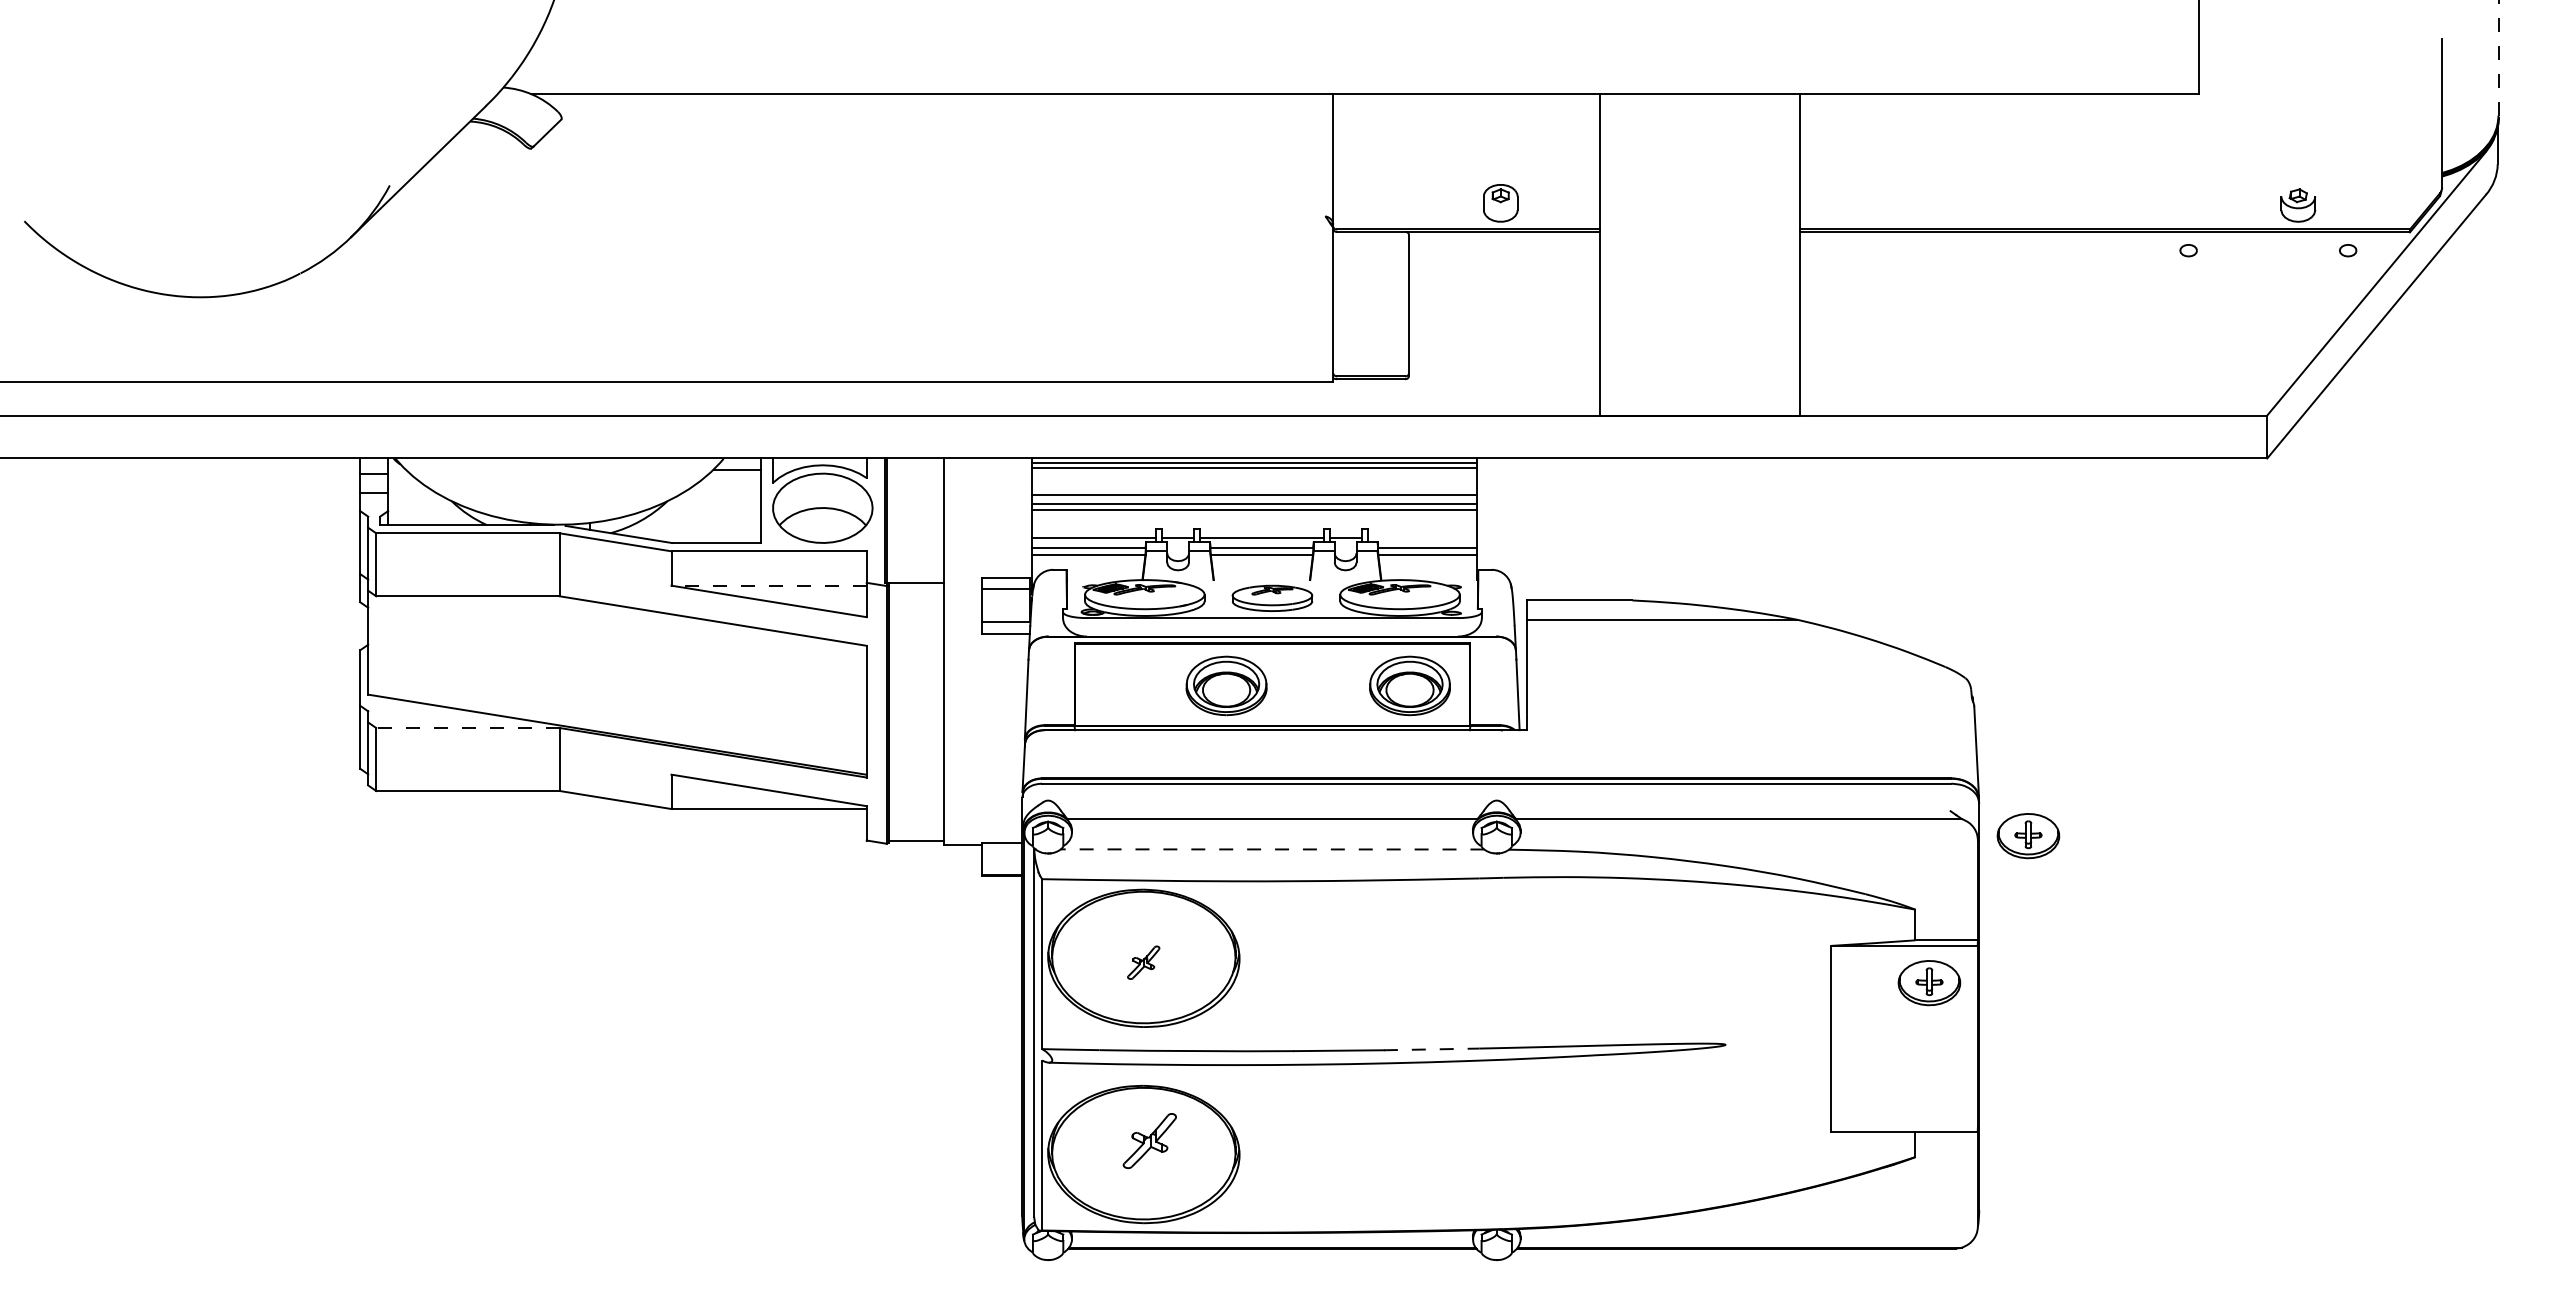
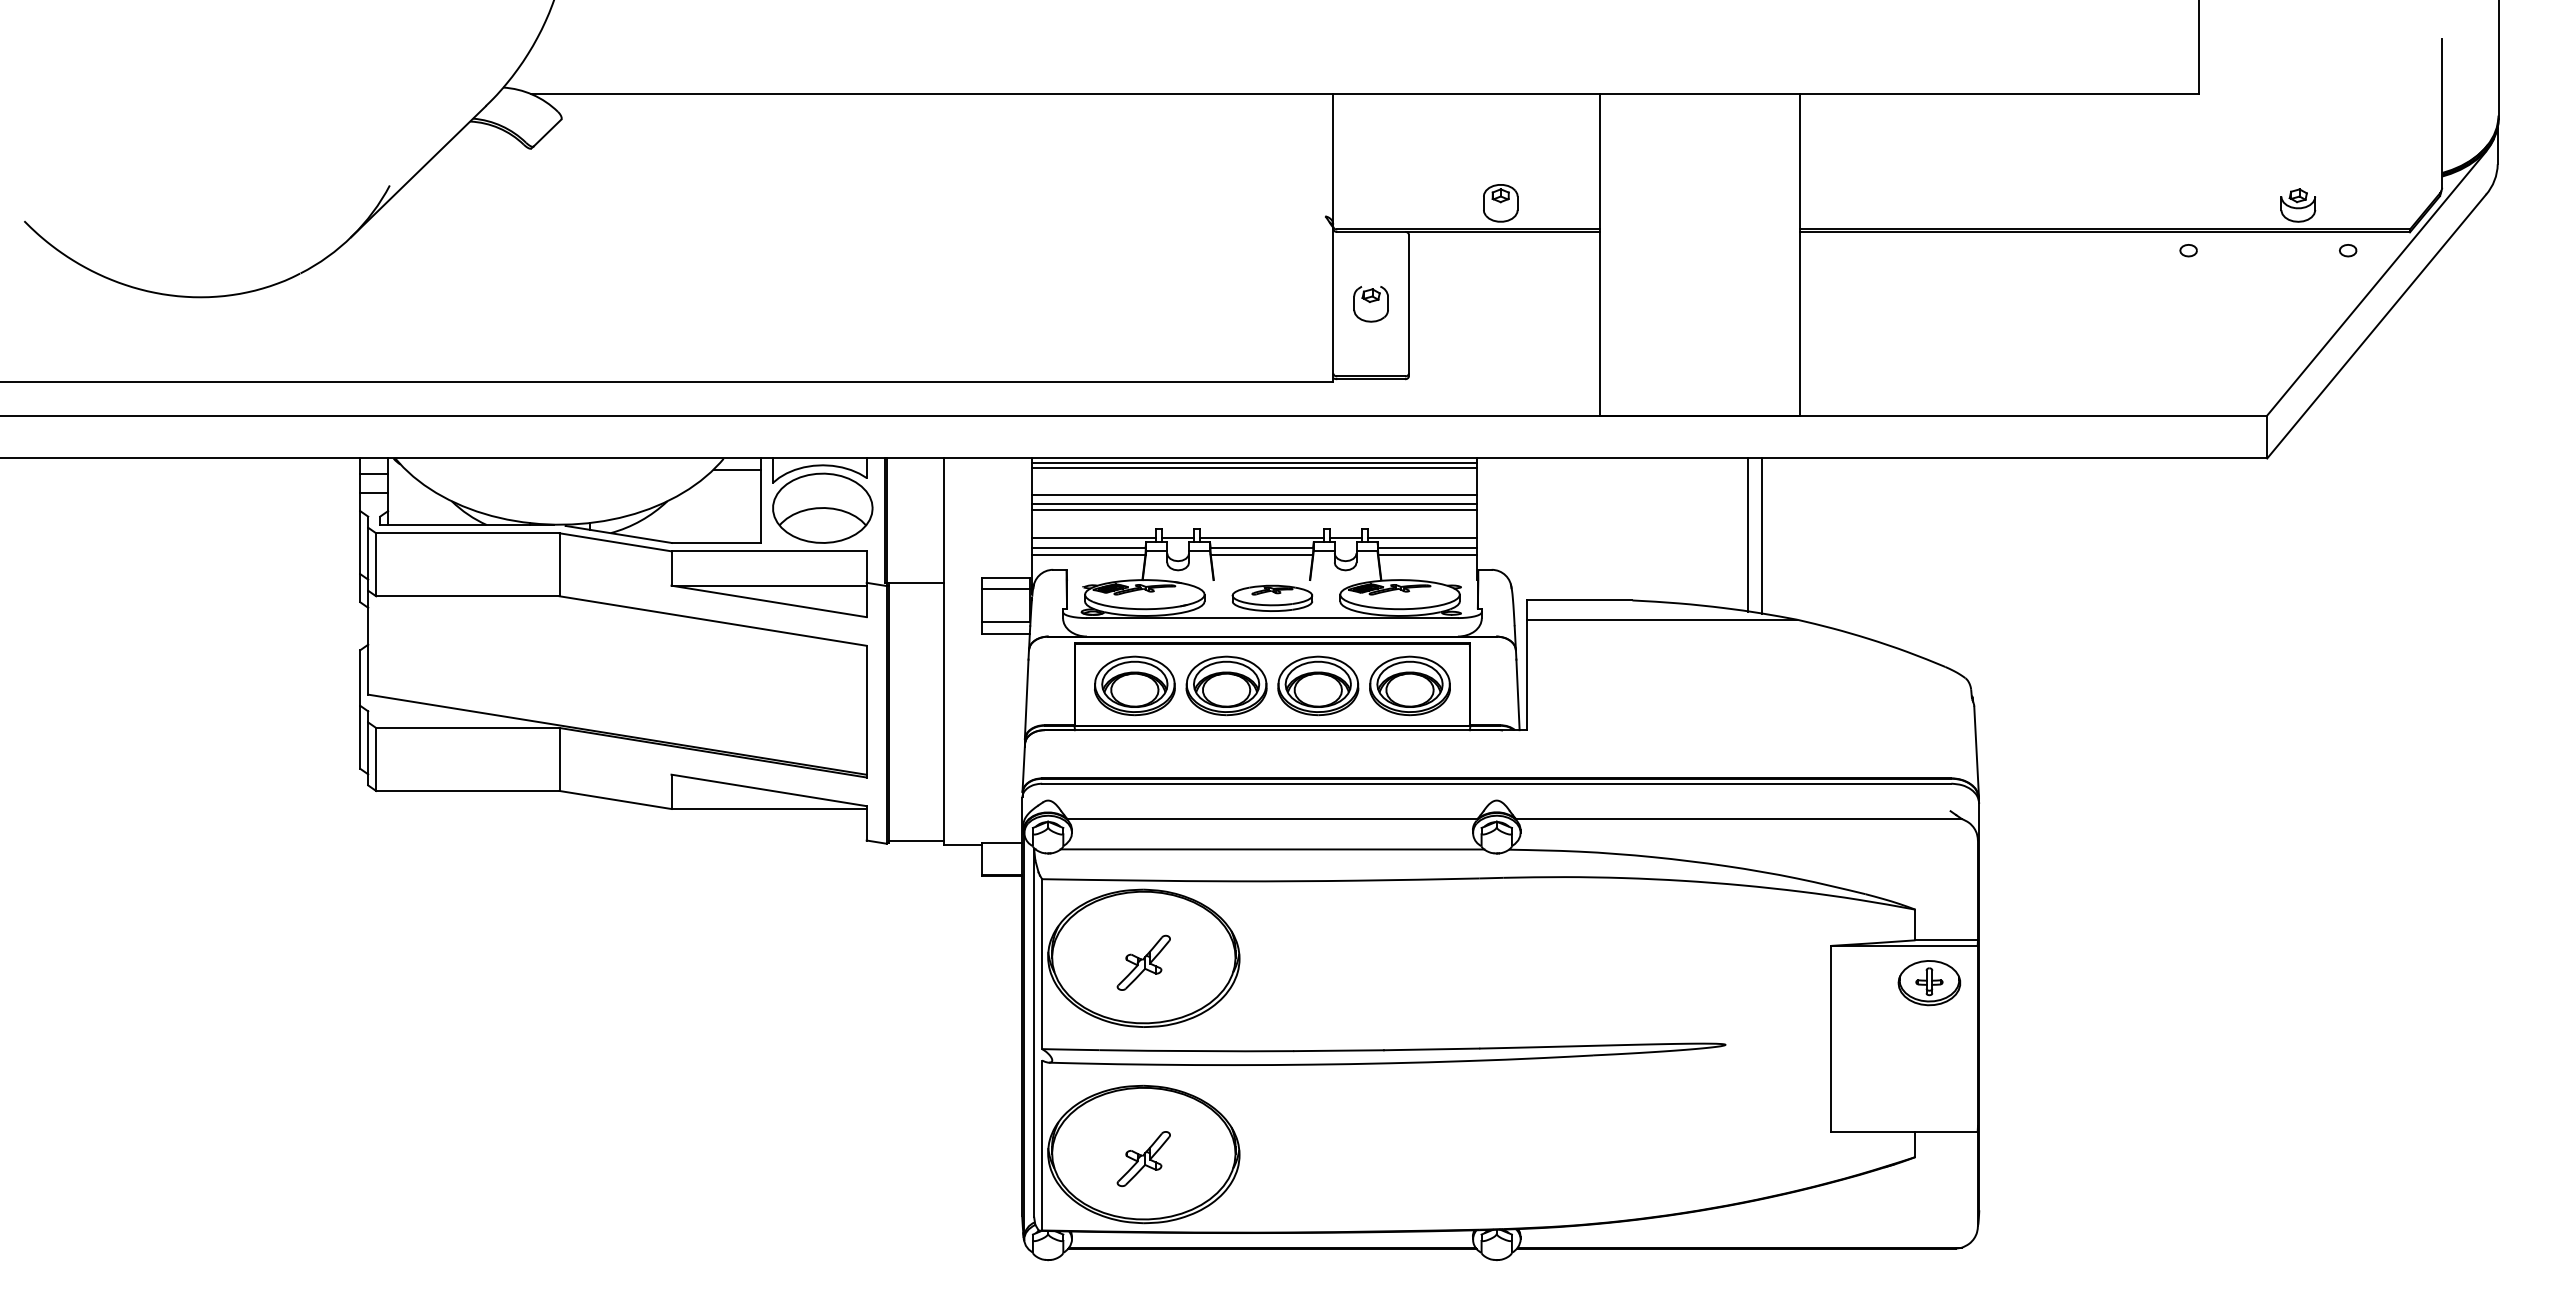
line at (2498, 57): dashed -> solid
part at (1370, 304): none -> present
line at (1748, 534): none -> present
line at (1761, 535): none -> present
line at (1421, 538): none -> present
line at (769, 585): dashed -> solid
part at (1134, 685): none -> present
part at (1318, 685): none -> present
line at (467, 728): dashed -> solid
part at (2028, 836): present -> none
line at (1272, 849): dashed -> solid
part at (1143, 962) size: 34x35 px -> 55x57 px
line at (1431, 1049): dashed -> solid
part at (1149, 1141) position: (1149, 1141) -> (1143, 1159)
